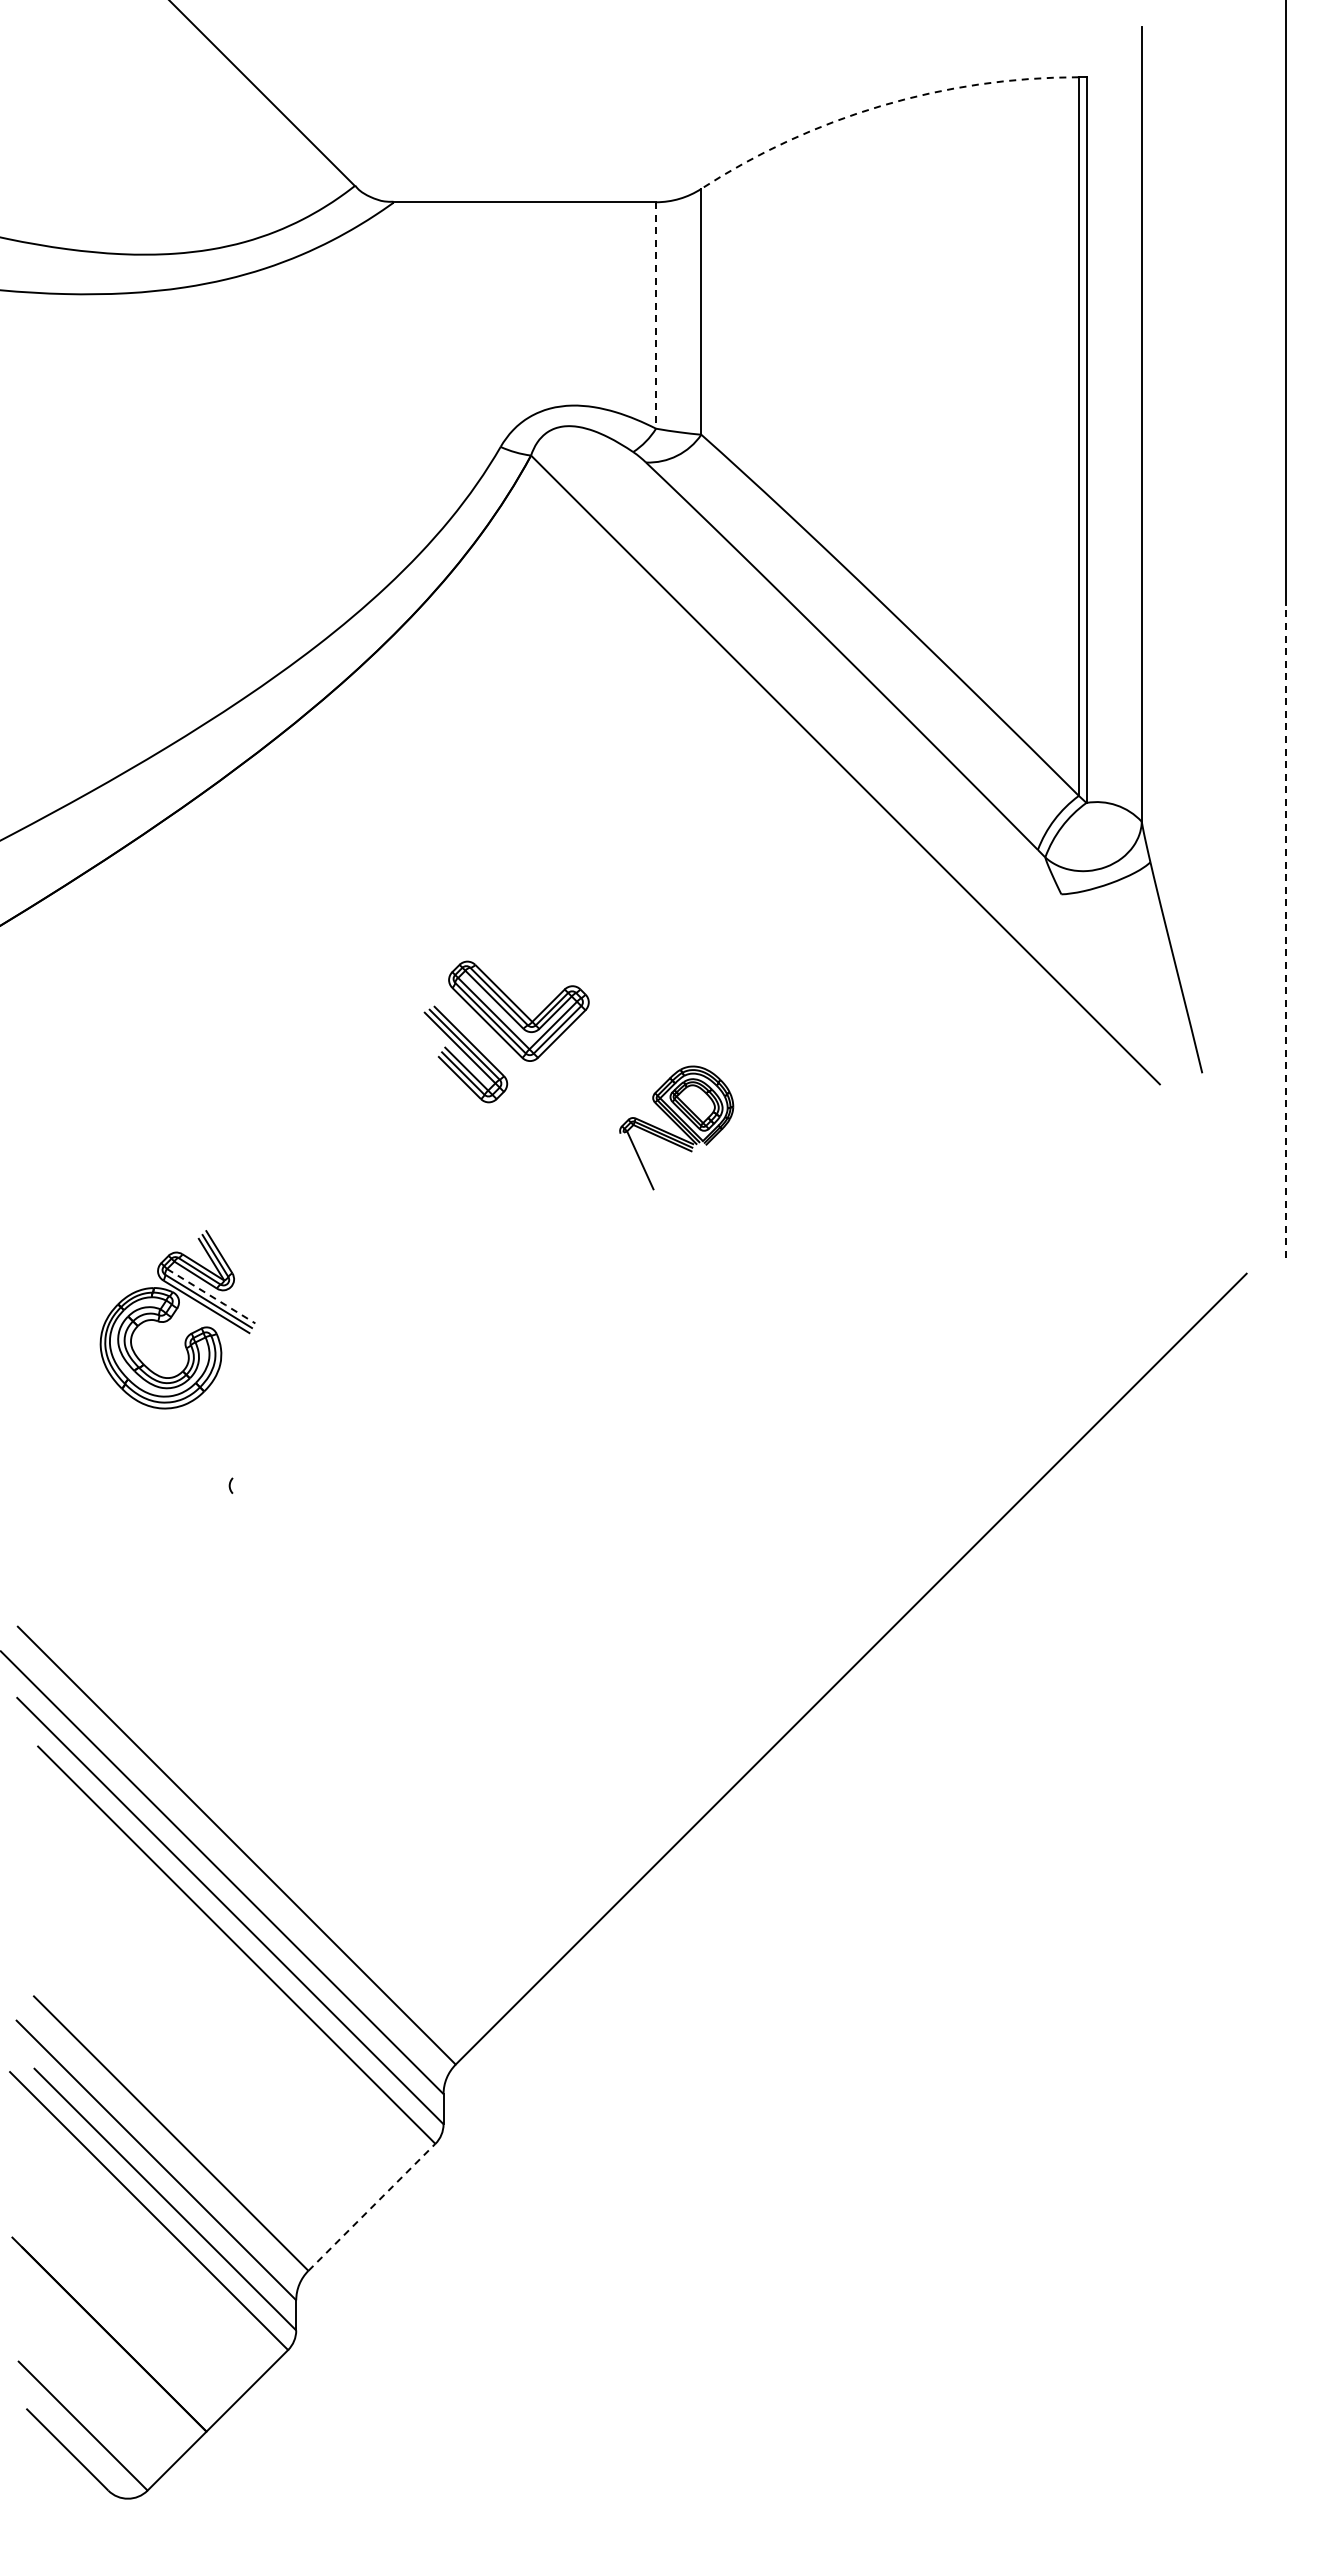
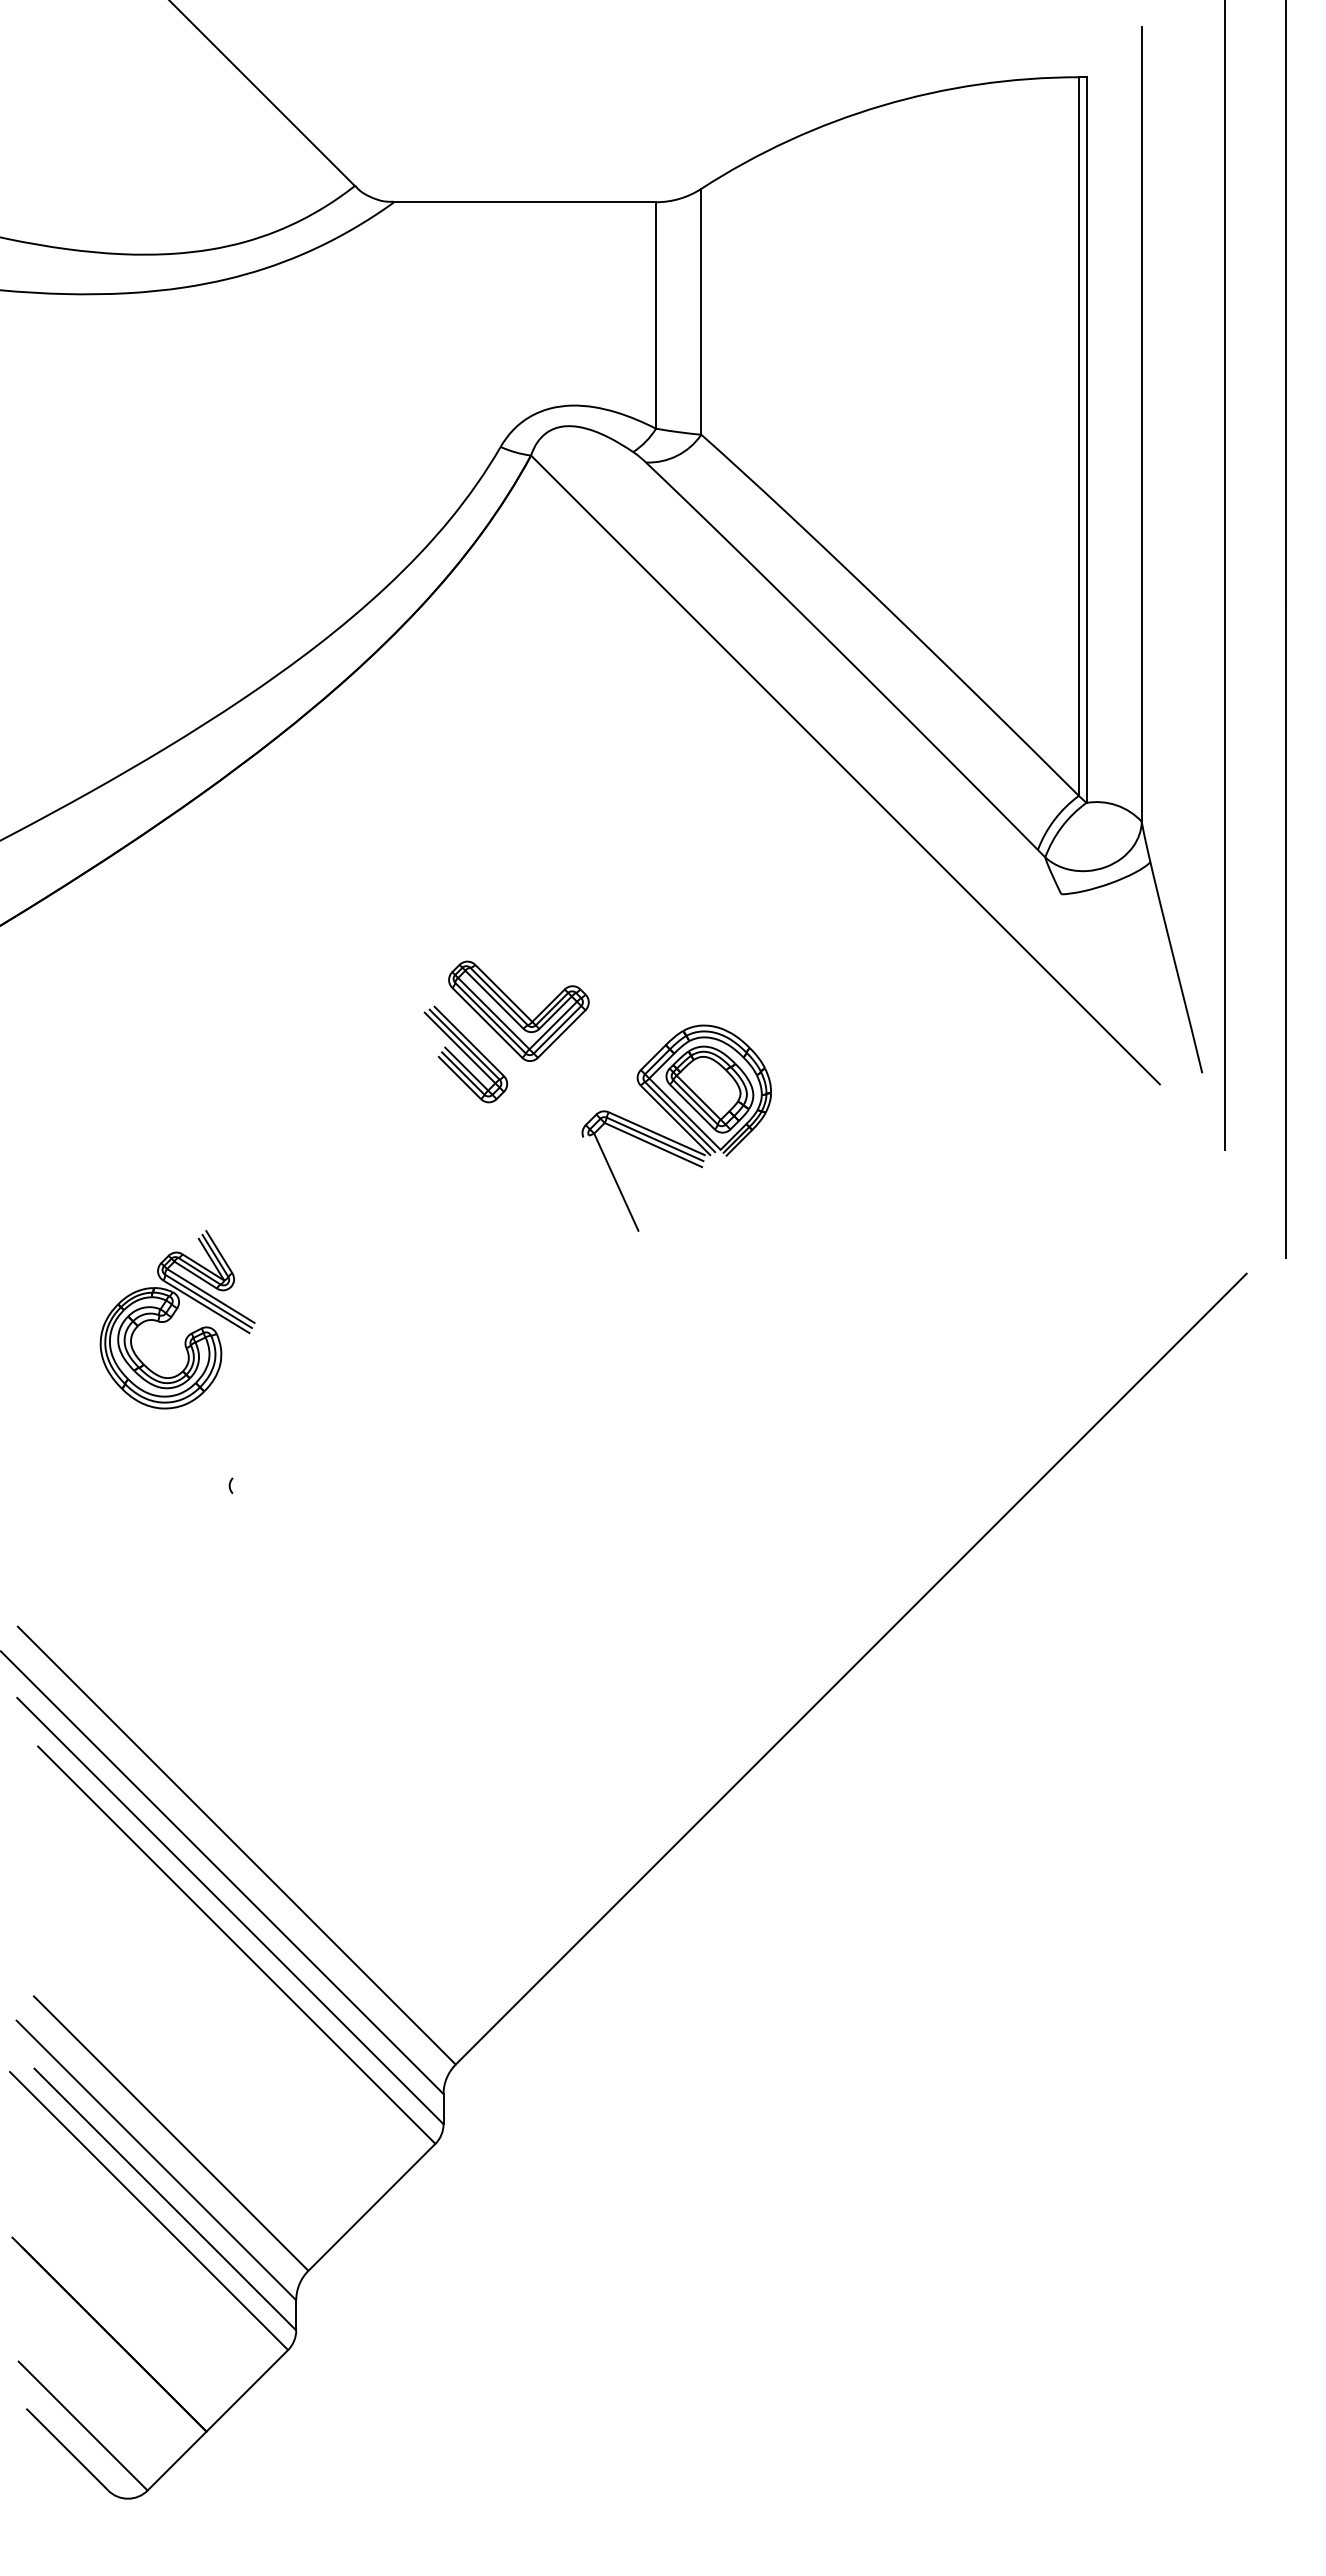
arc at (882, 105): dashed -> solid
line at (656, 315): dashed -> solid
line at (1224, 576): none -> present
line at (1286, 930): dashed -> solid
part at (676, 1127) size: 116x126 px -> 191x208 px
line at (211, 1296): dashed -> solid
line at (371, 2207): dashed -> solid
